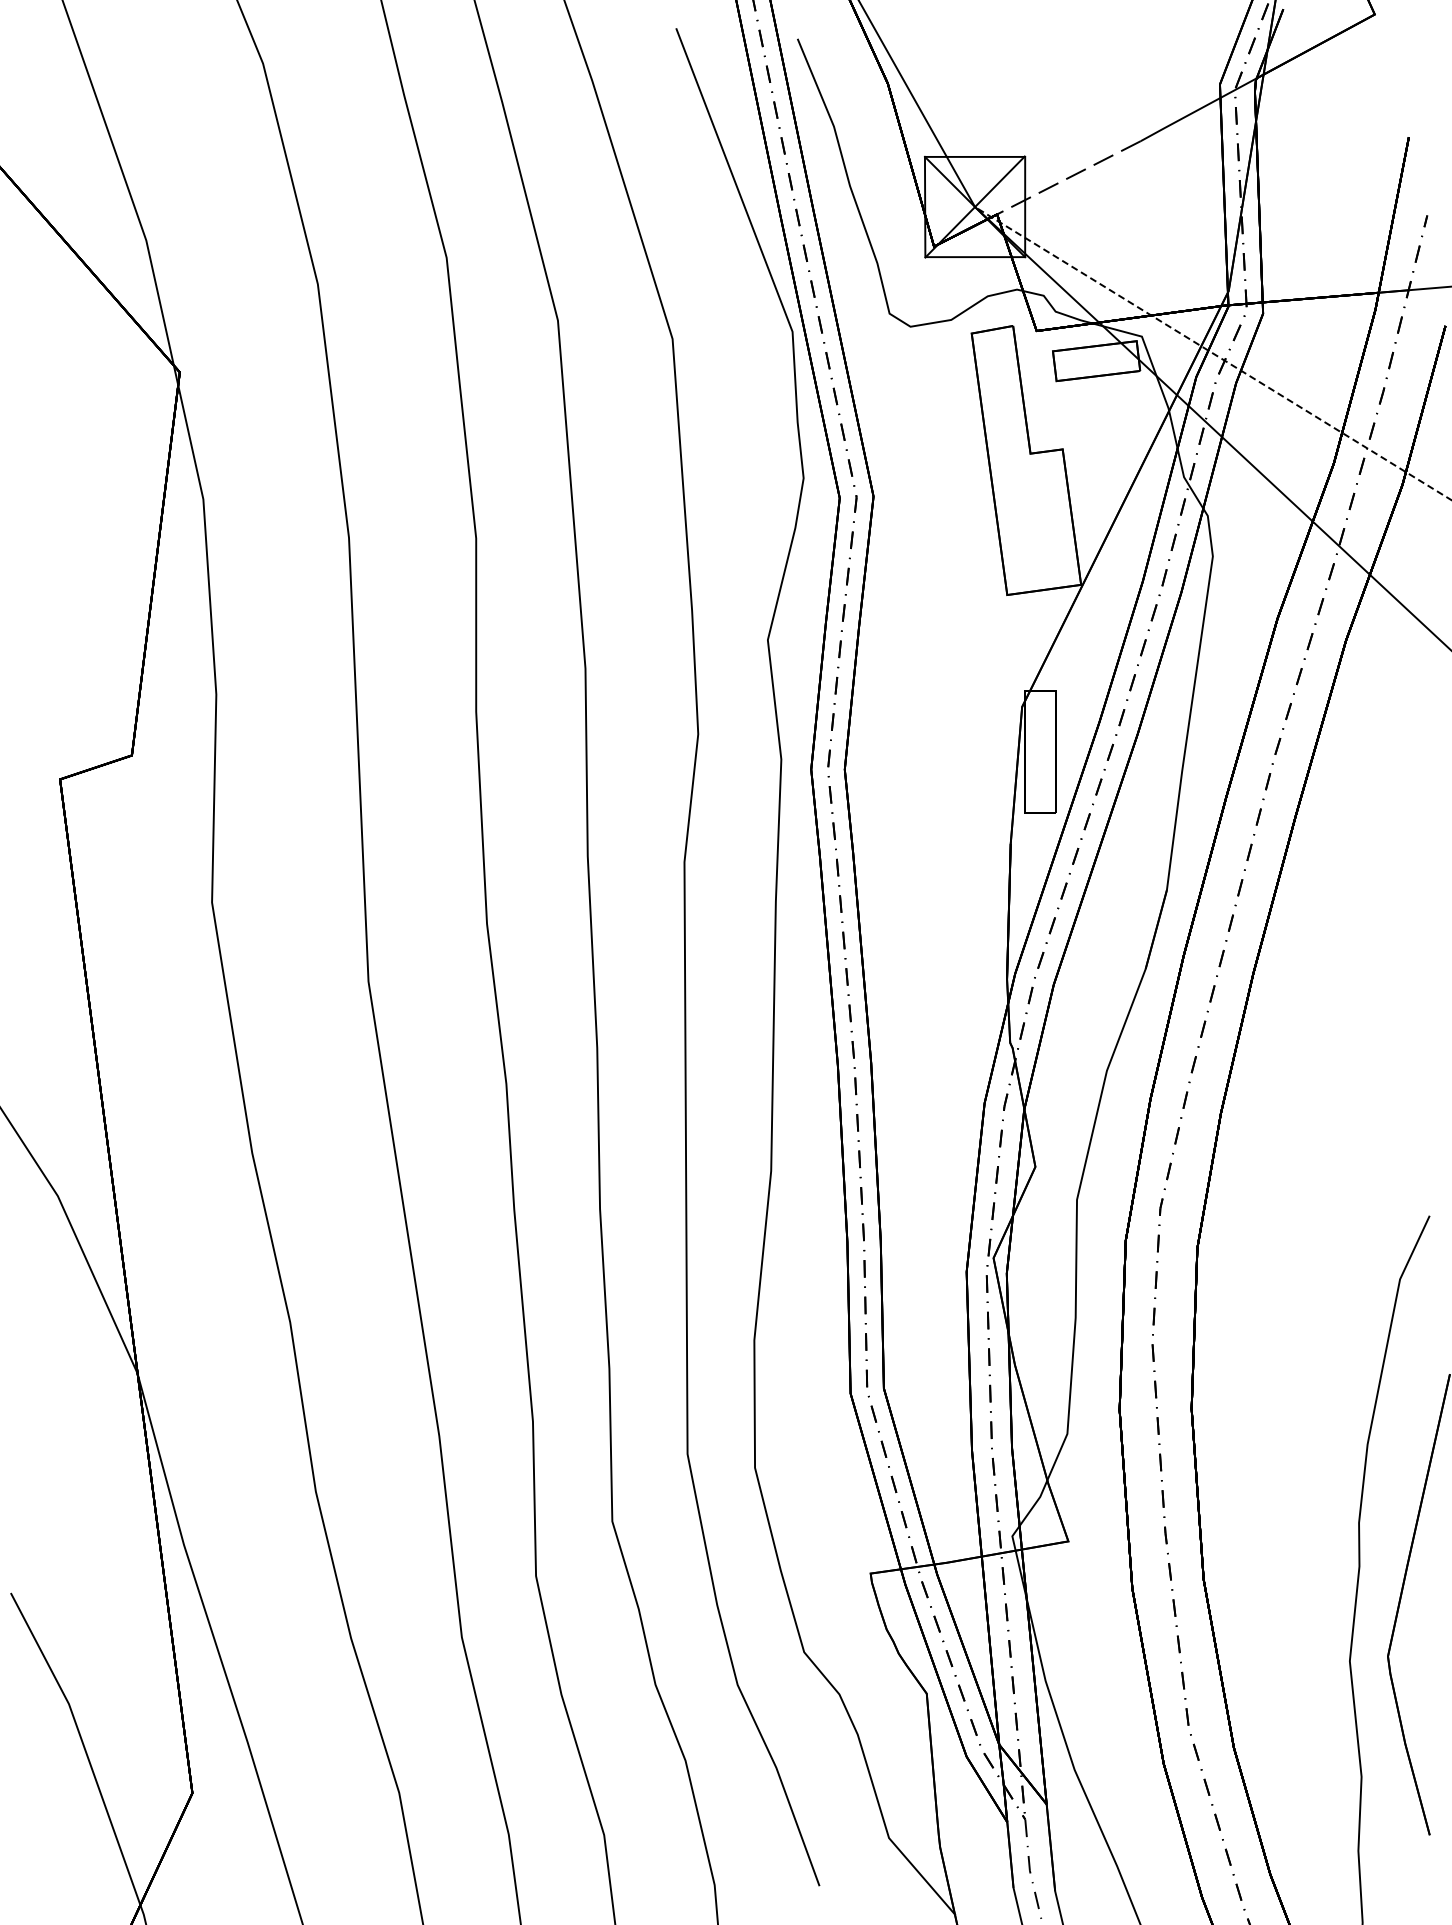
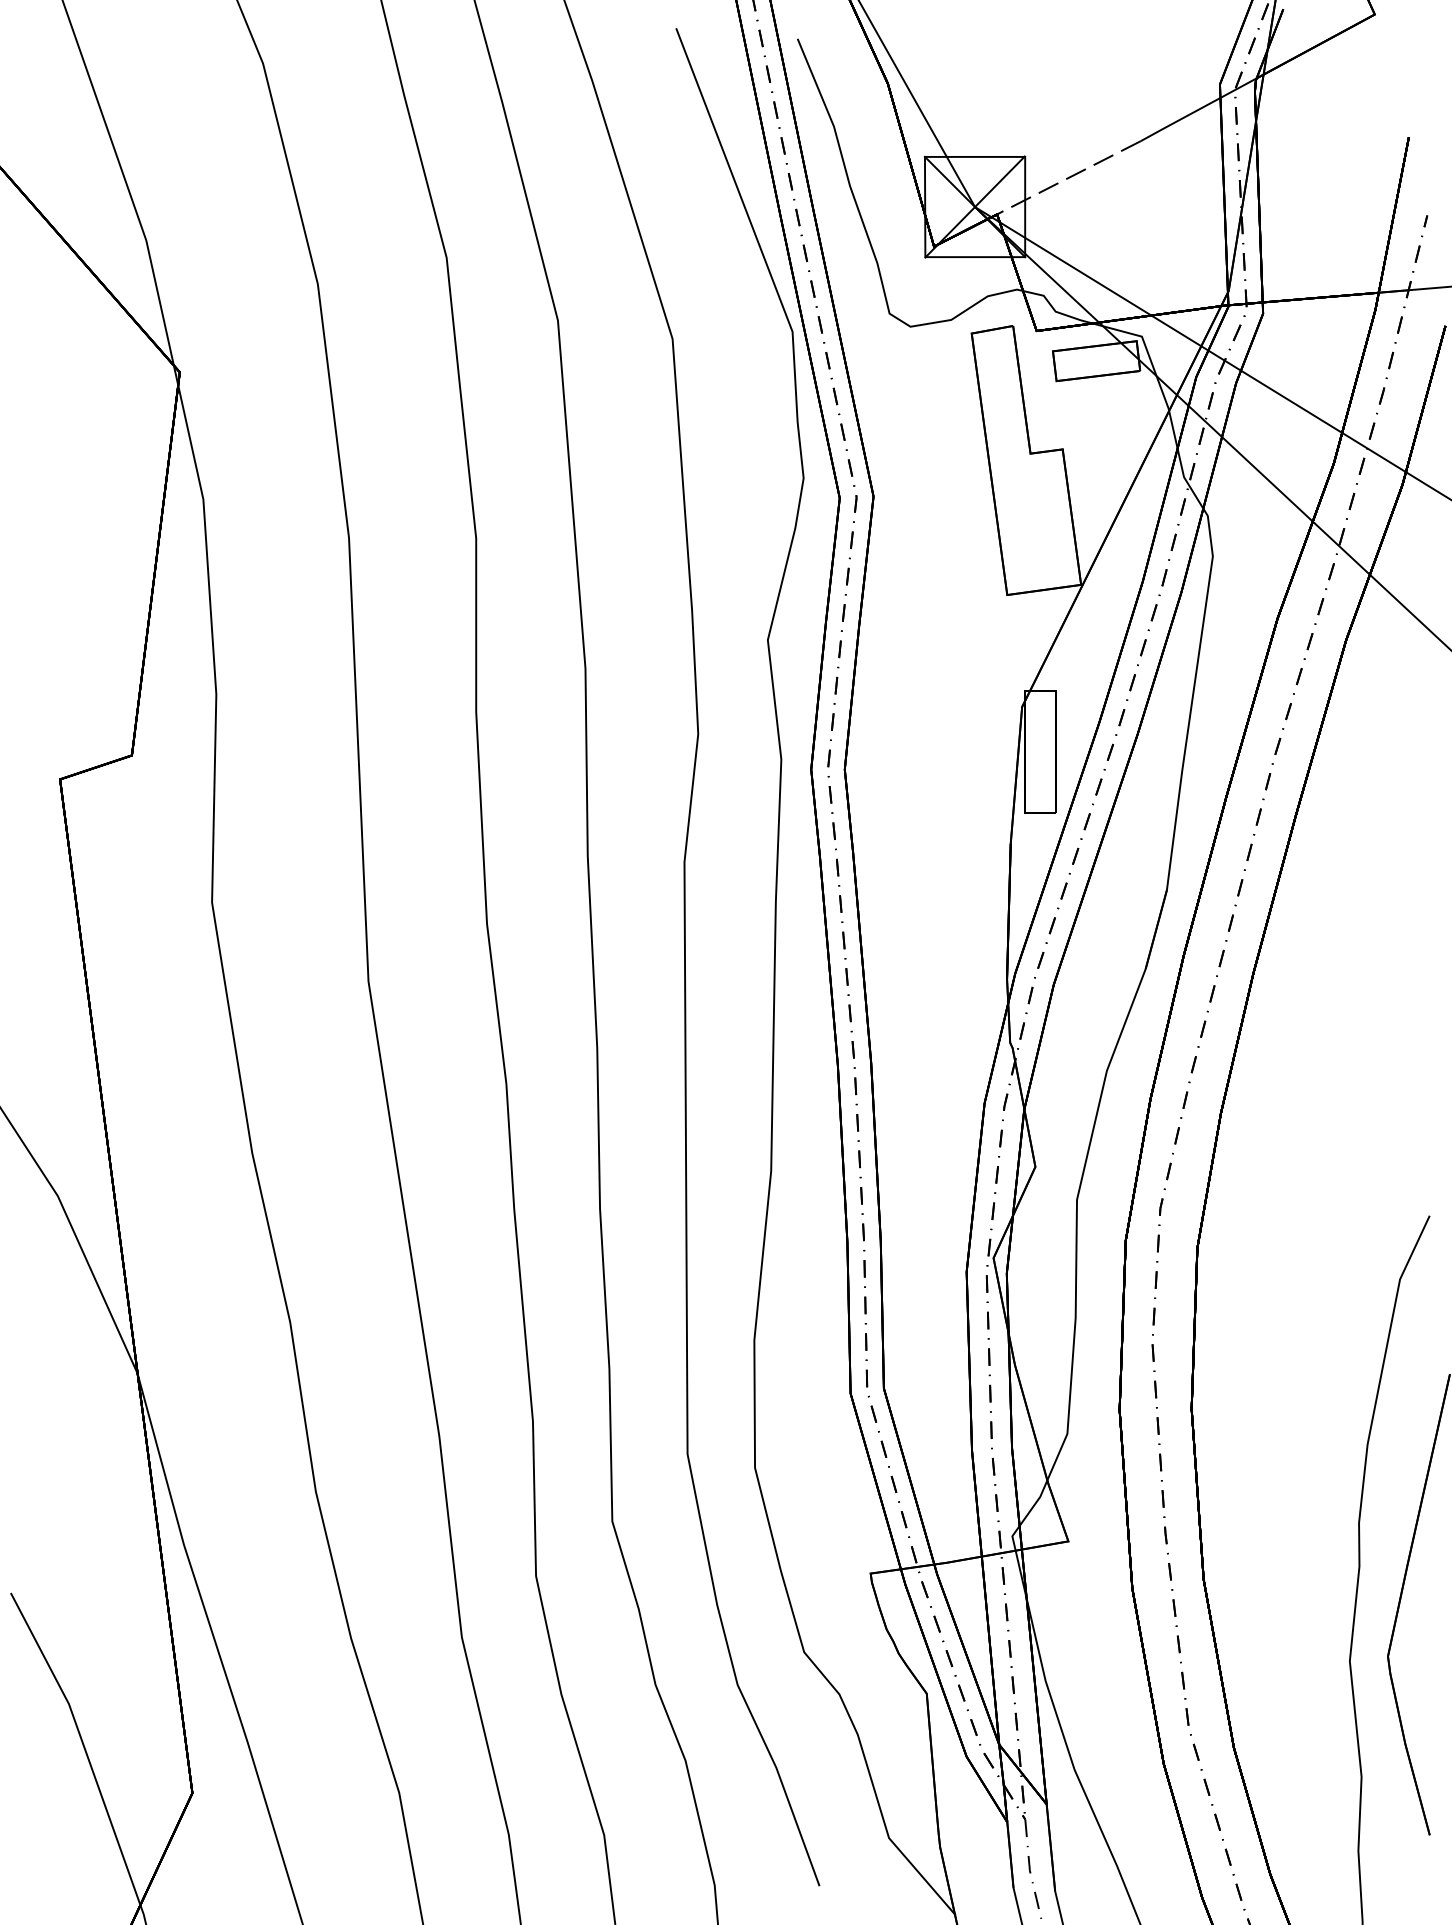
line at (1213, 353): dashed -> solid
